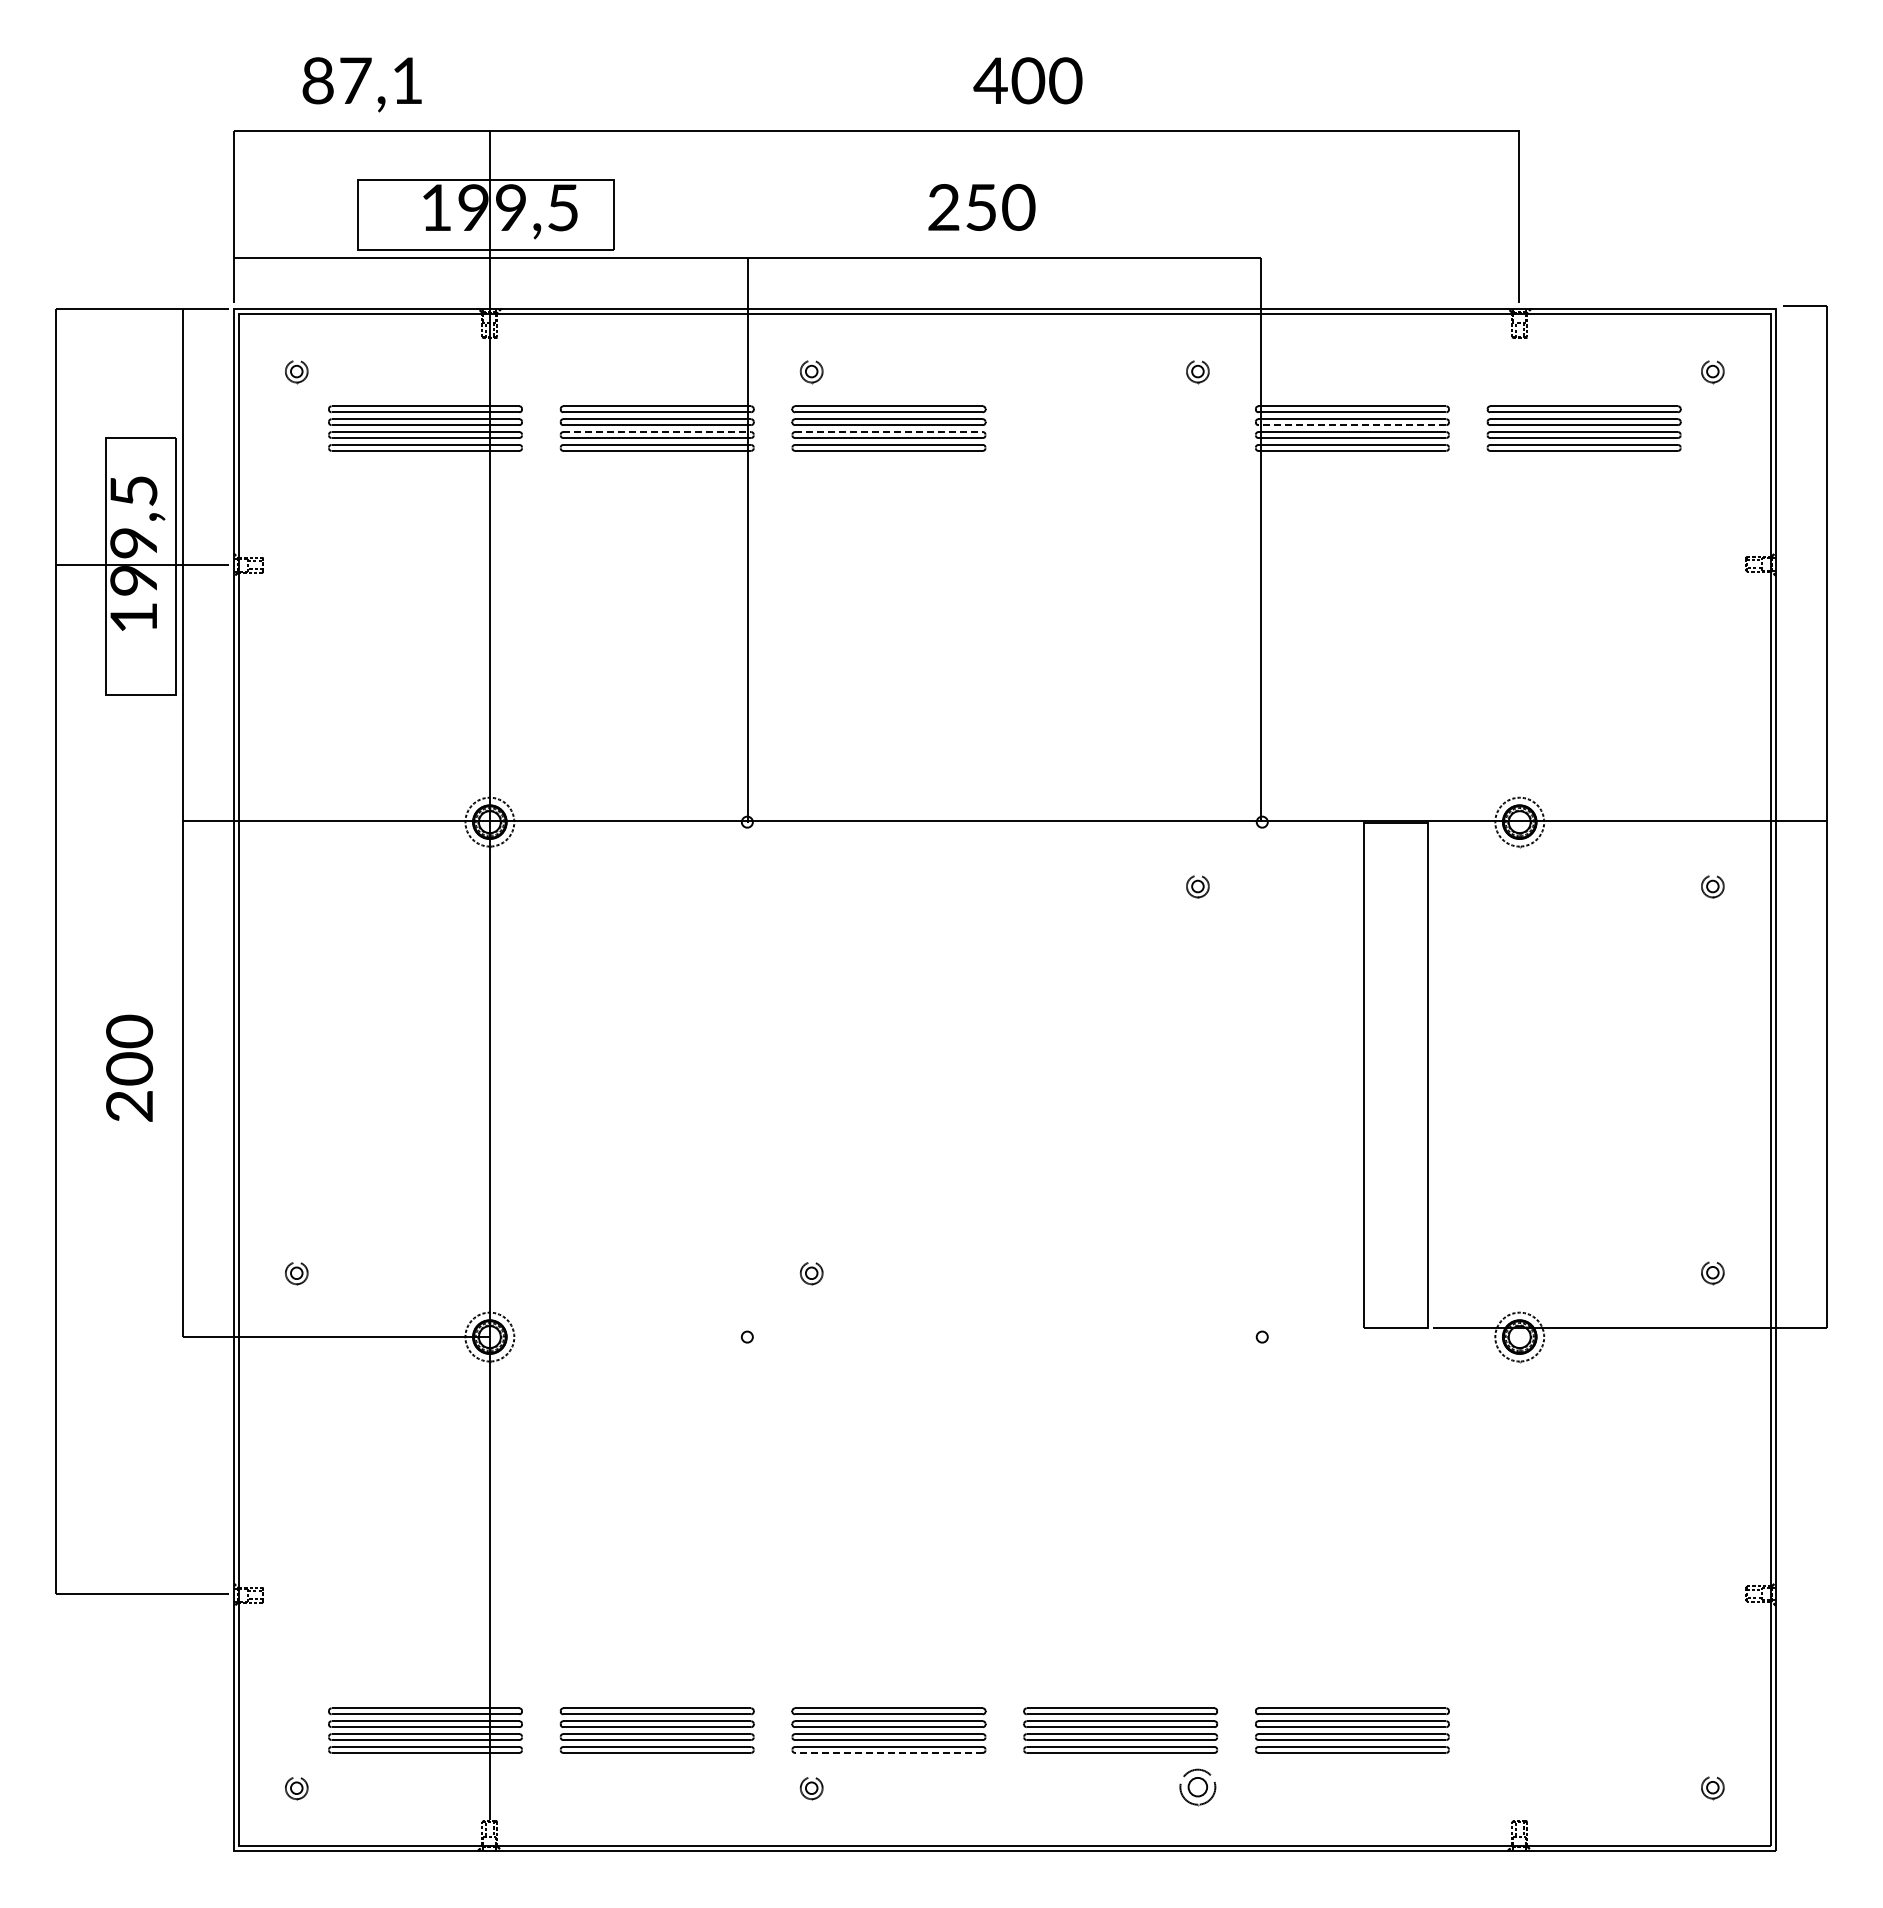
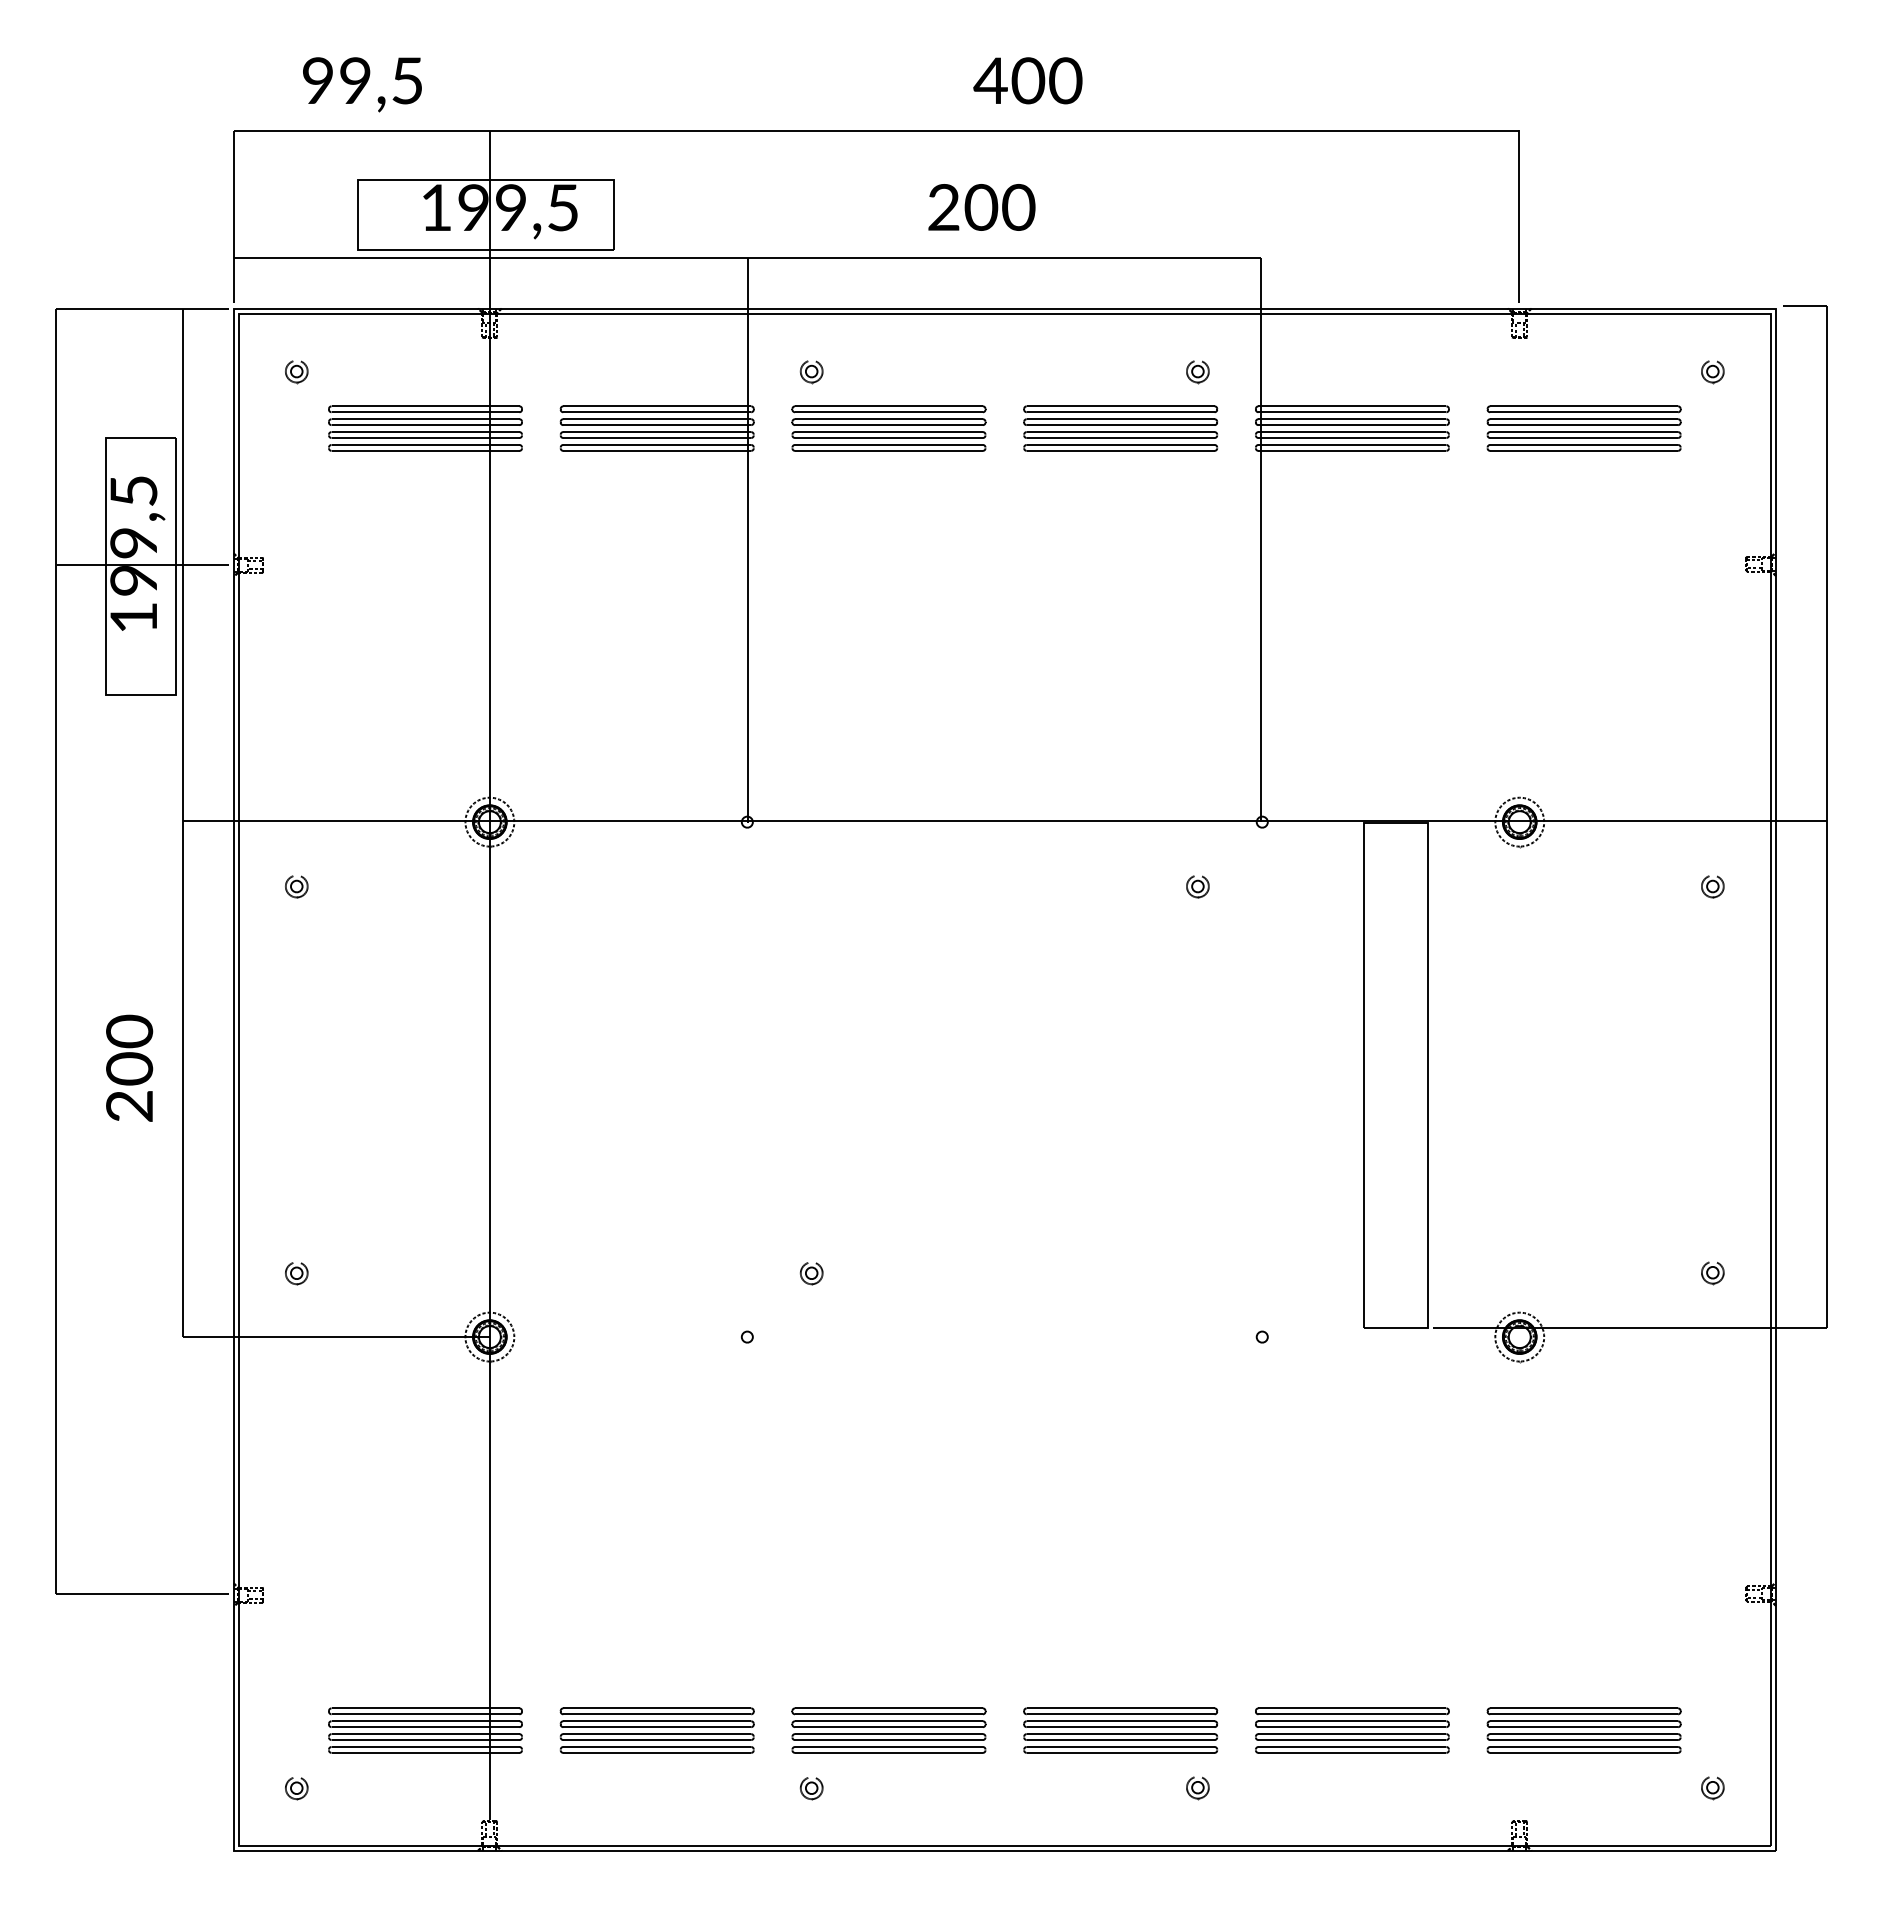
text at (361, 80): 87,1 -> 99,5
text at (981, 207): 250 -> 200
line at (1352, 425): dashed -> solid
part at (1120, 428): none -> present
line at (657, 432): dashed -> solid
line at (888, 432): dashed -> solid
part at (296, 886): none -> present
part at (1583, 1730): none -> present
line at (888, 1752): dashed -> solid
part at (1197, 1787) size: 38x39 px -> 24x25 px
